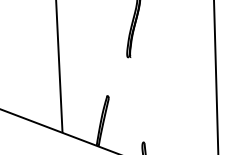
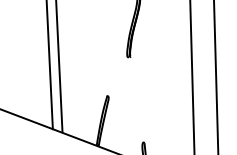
line at (49, 65): none -> present
line at (192, 76): none -> present
